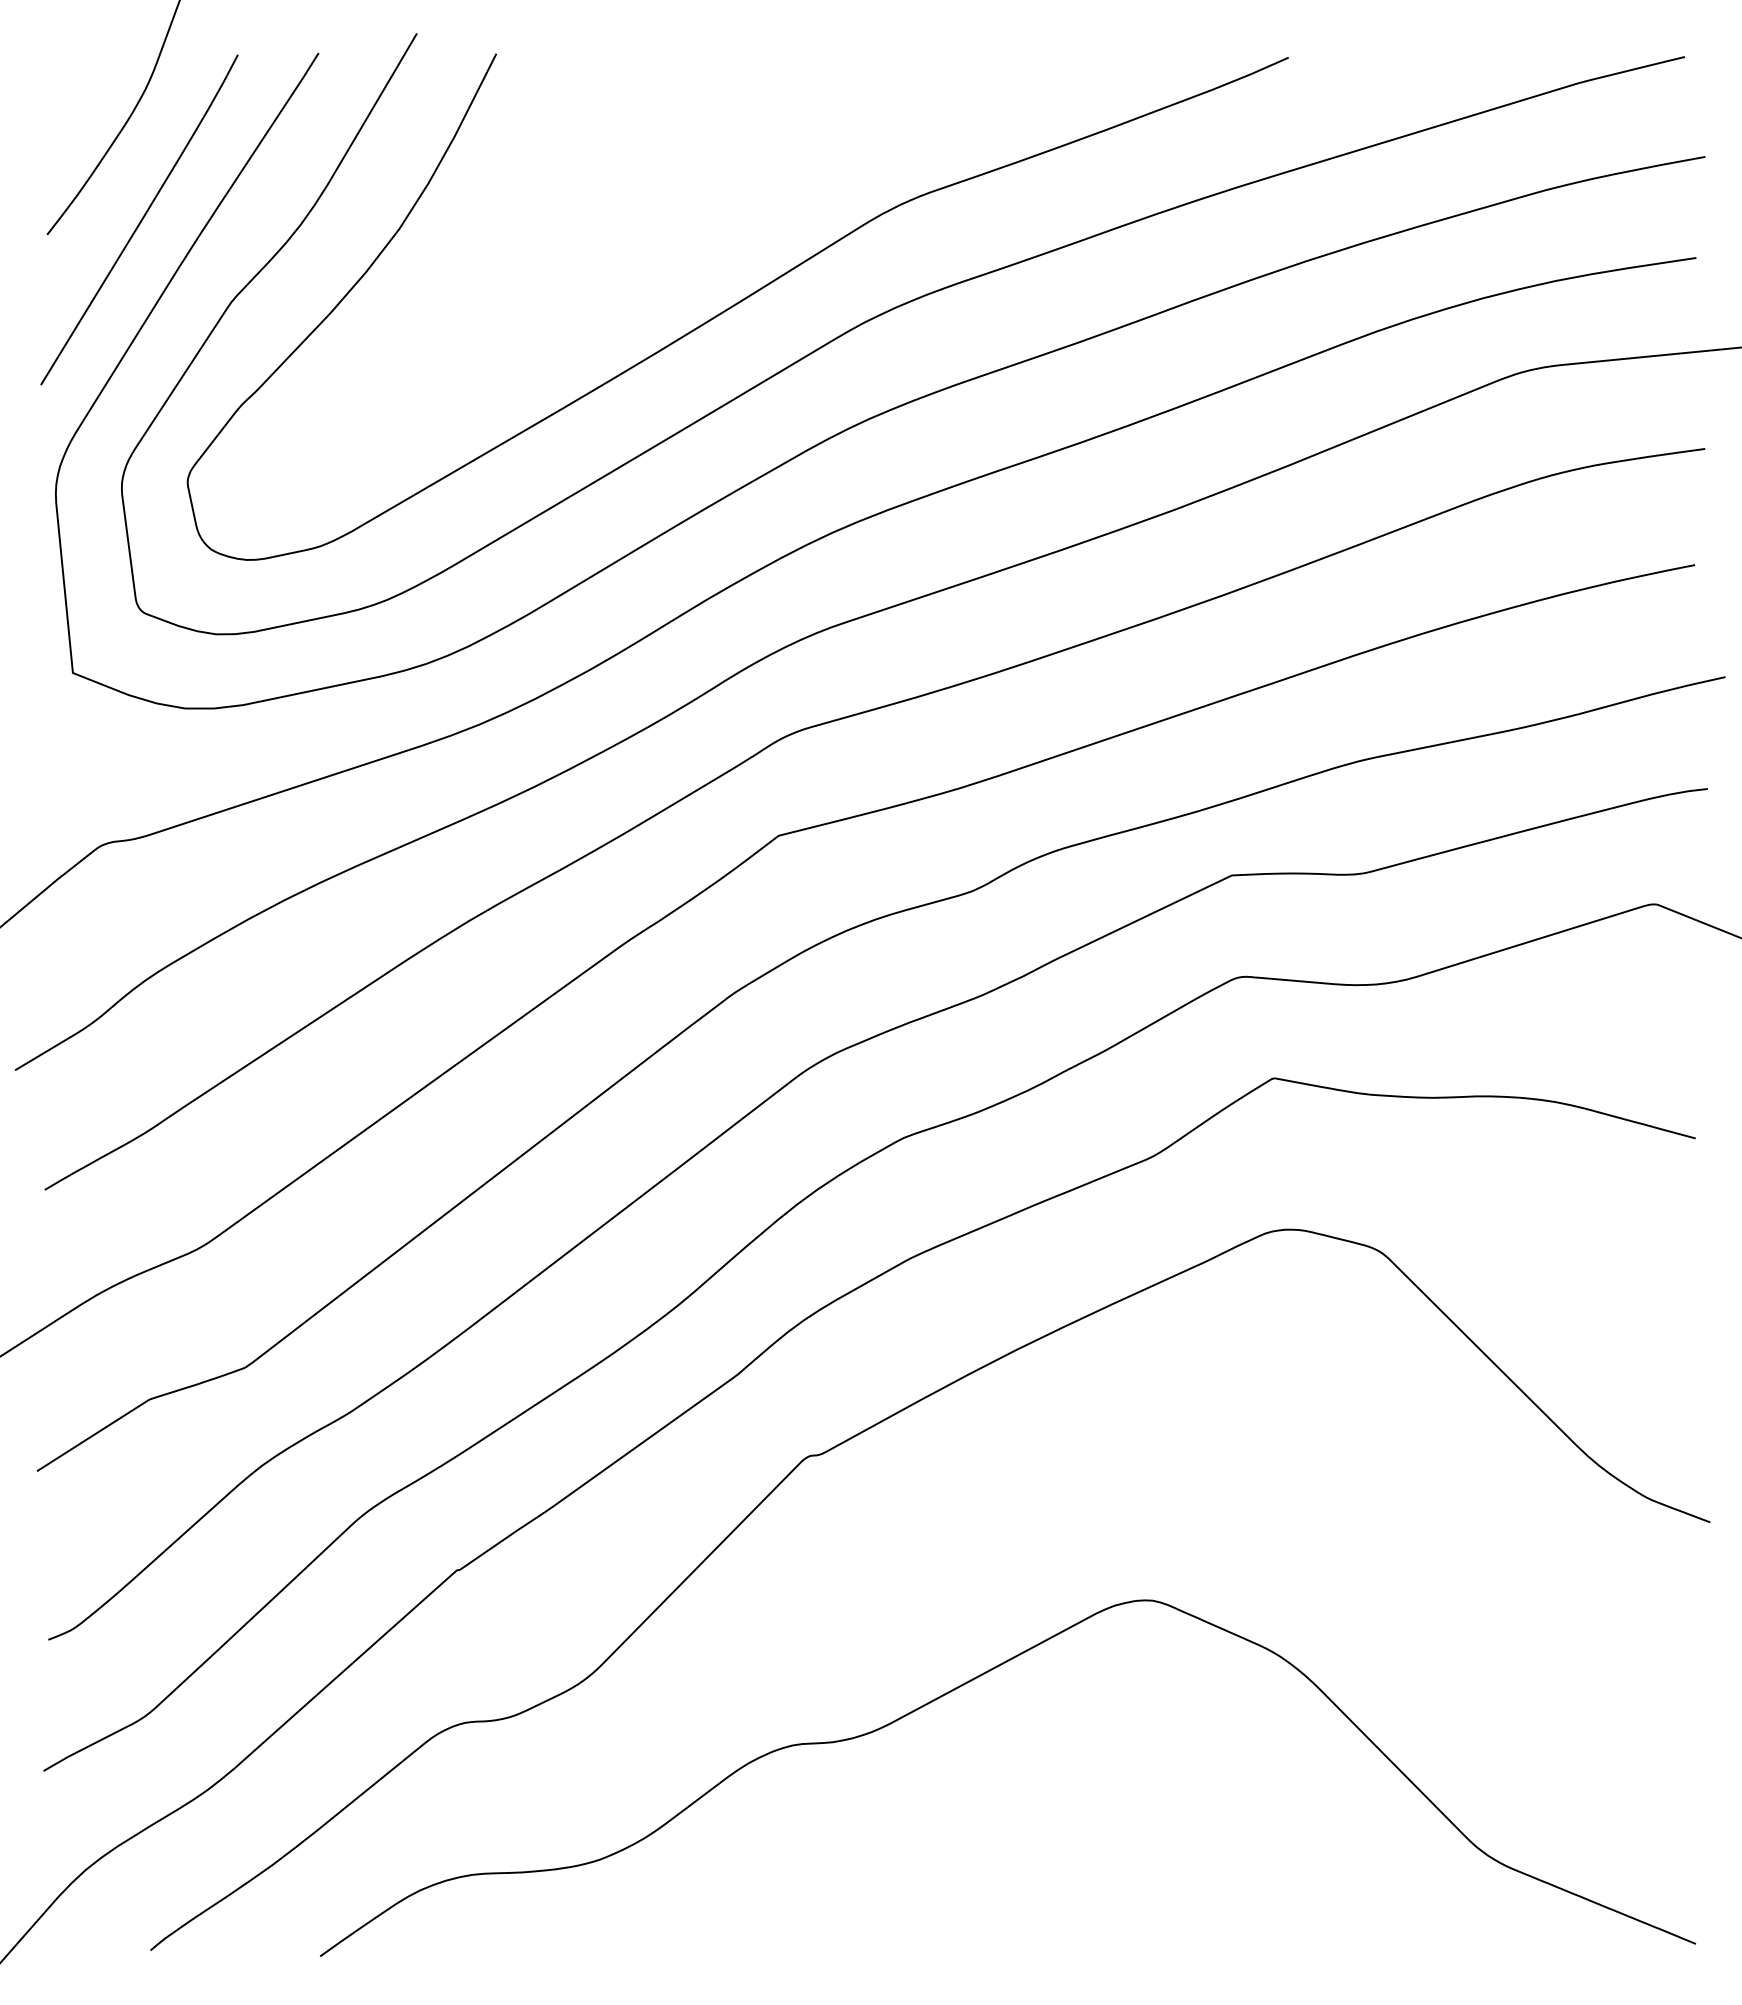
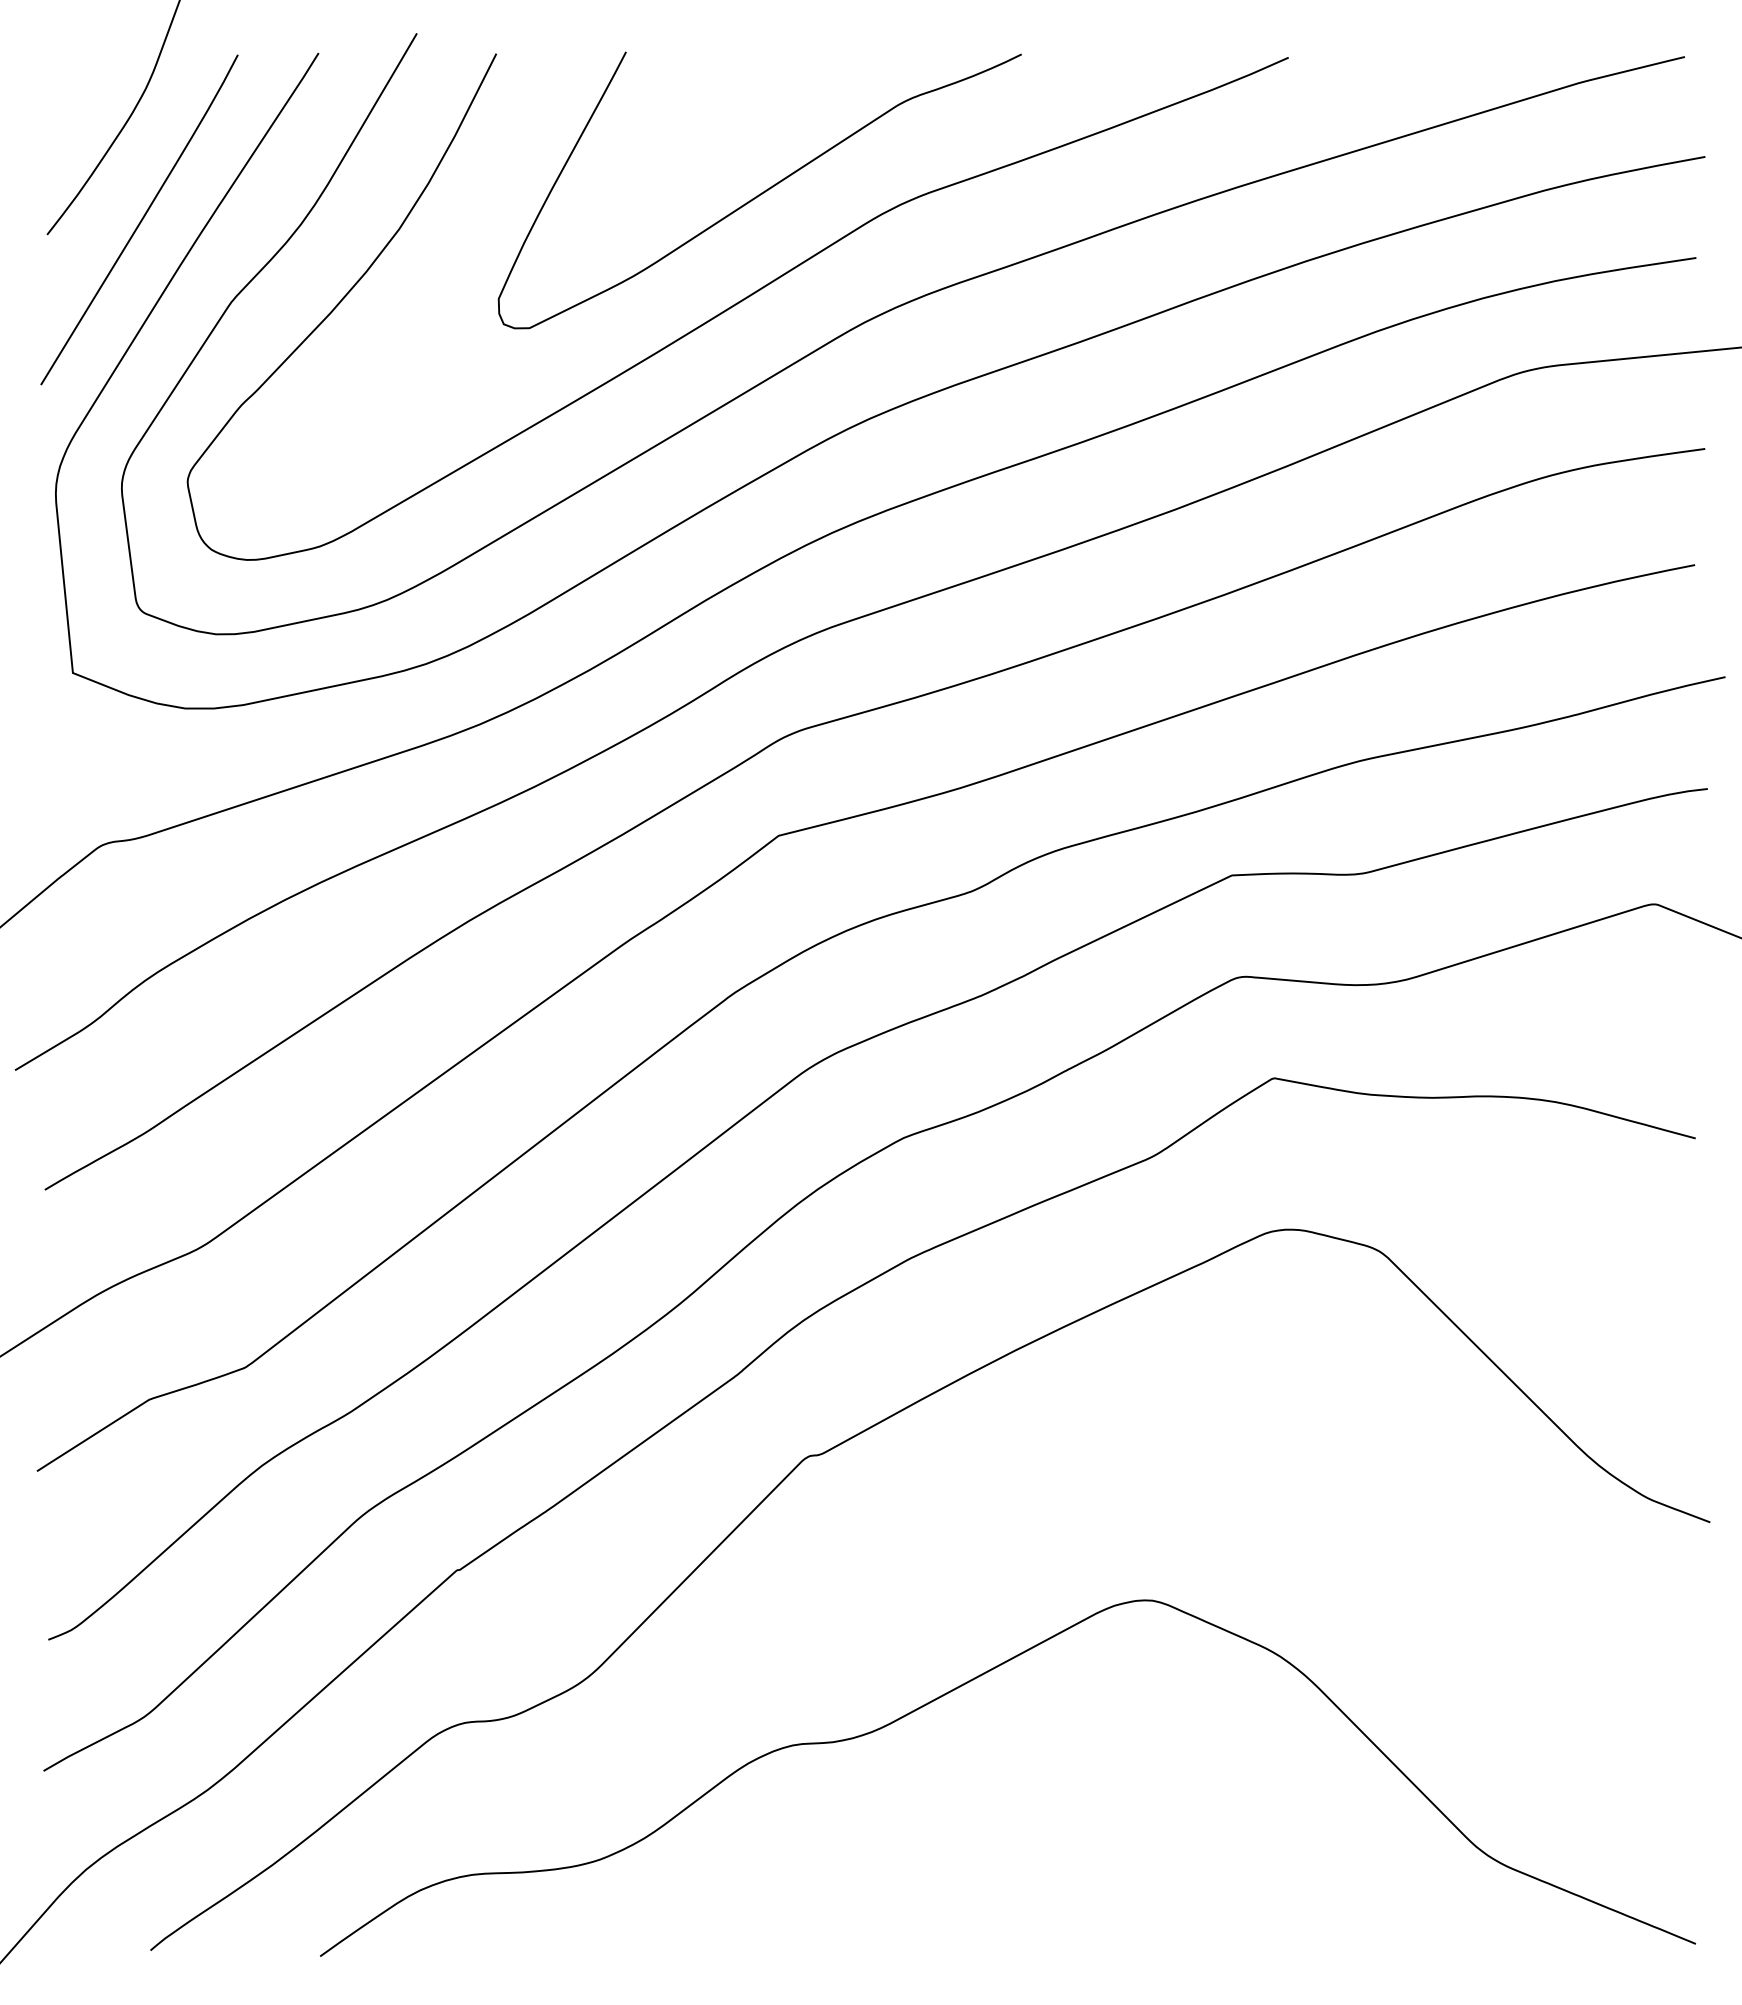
curve at (761, 192): none -> present
